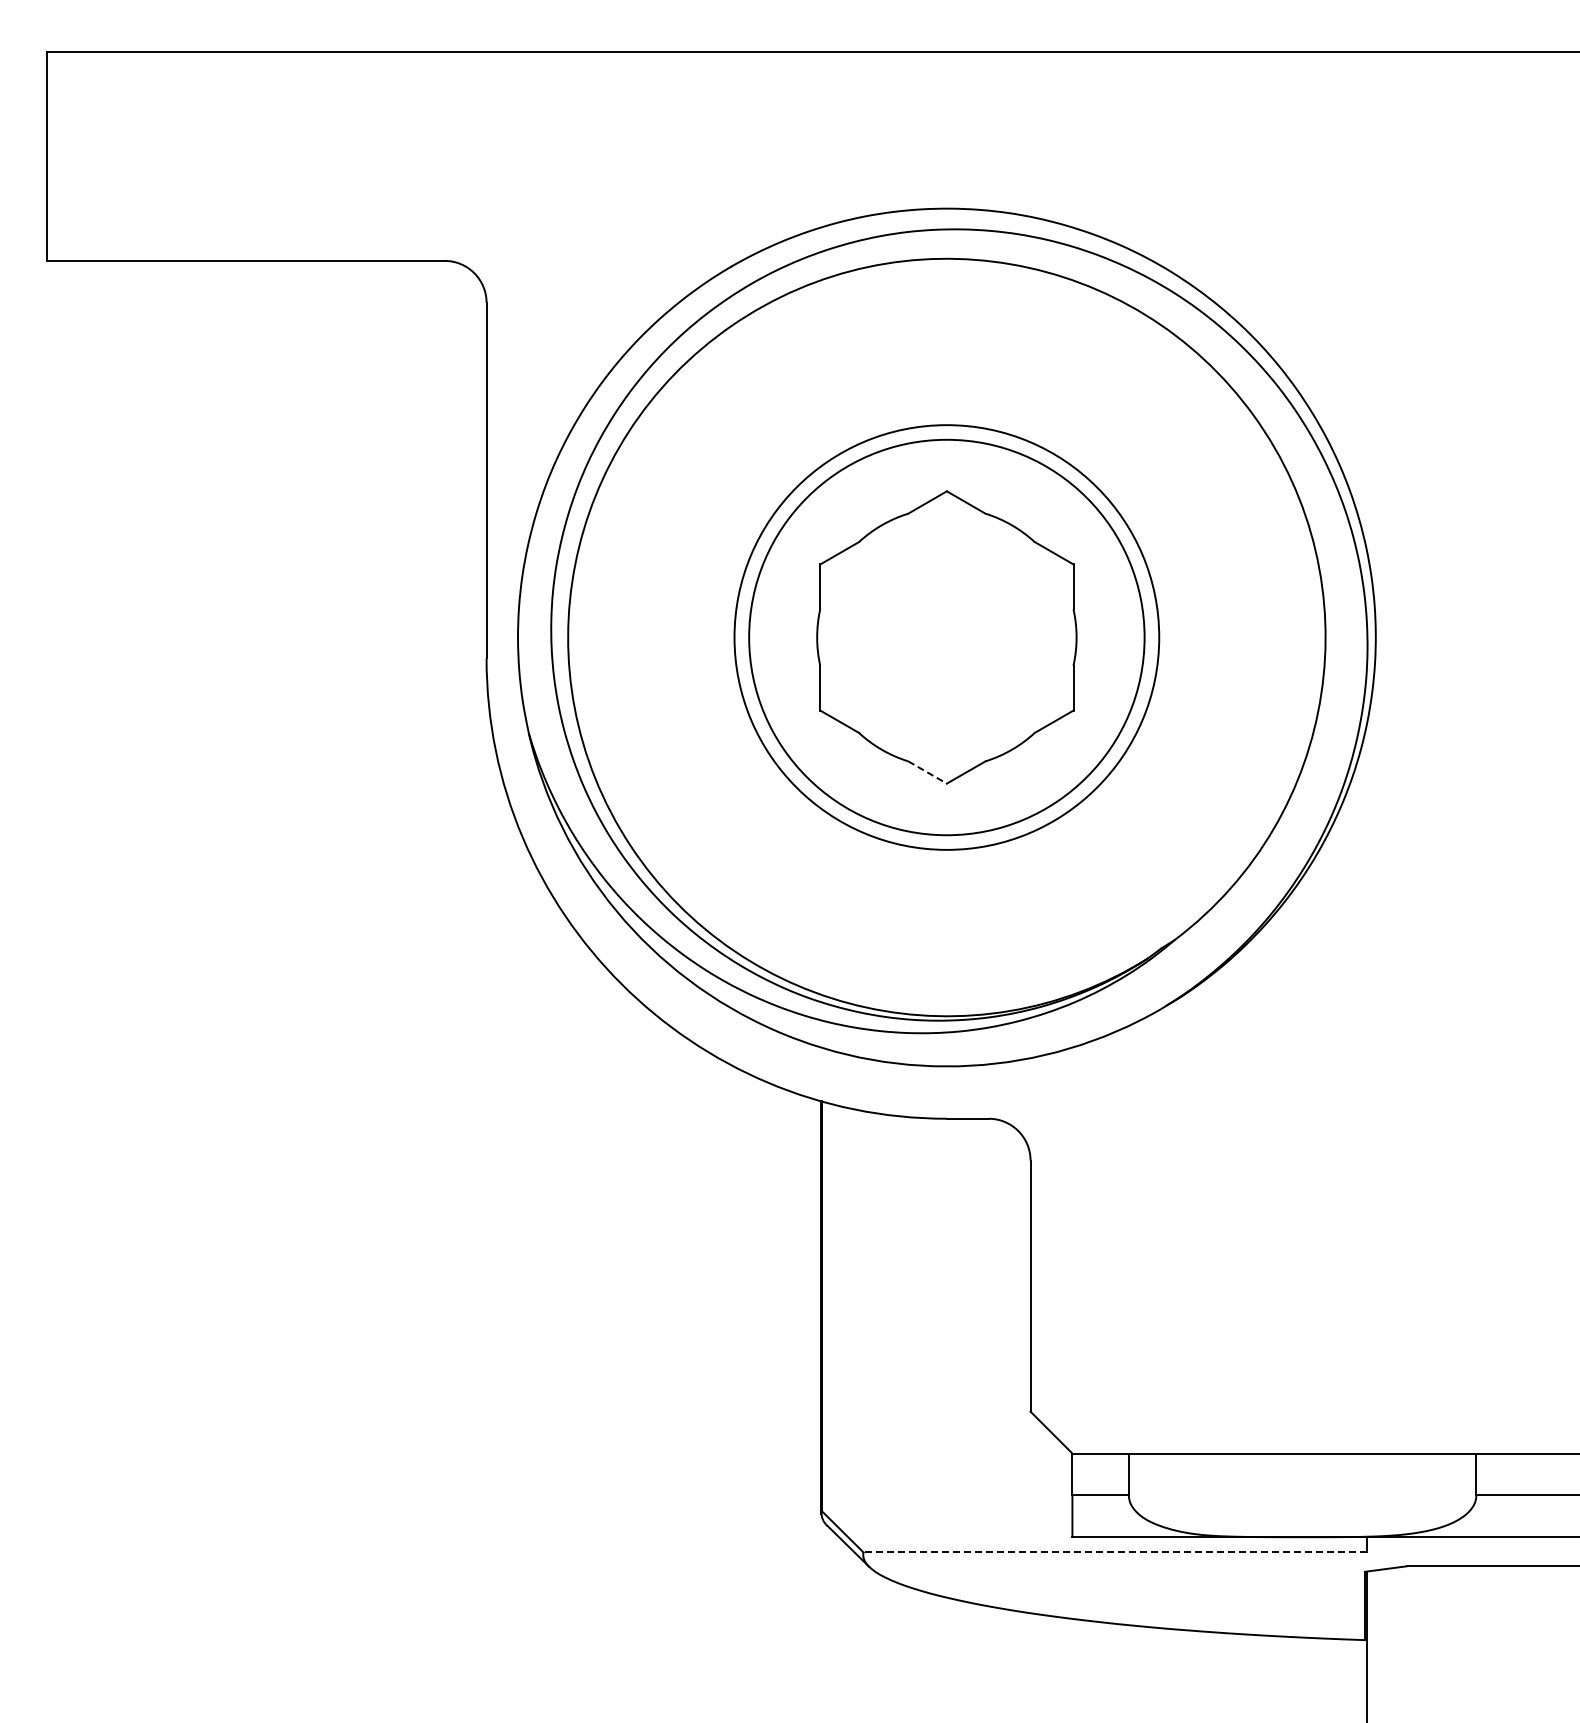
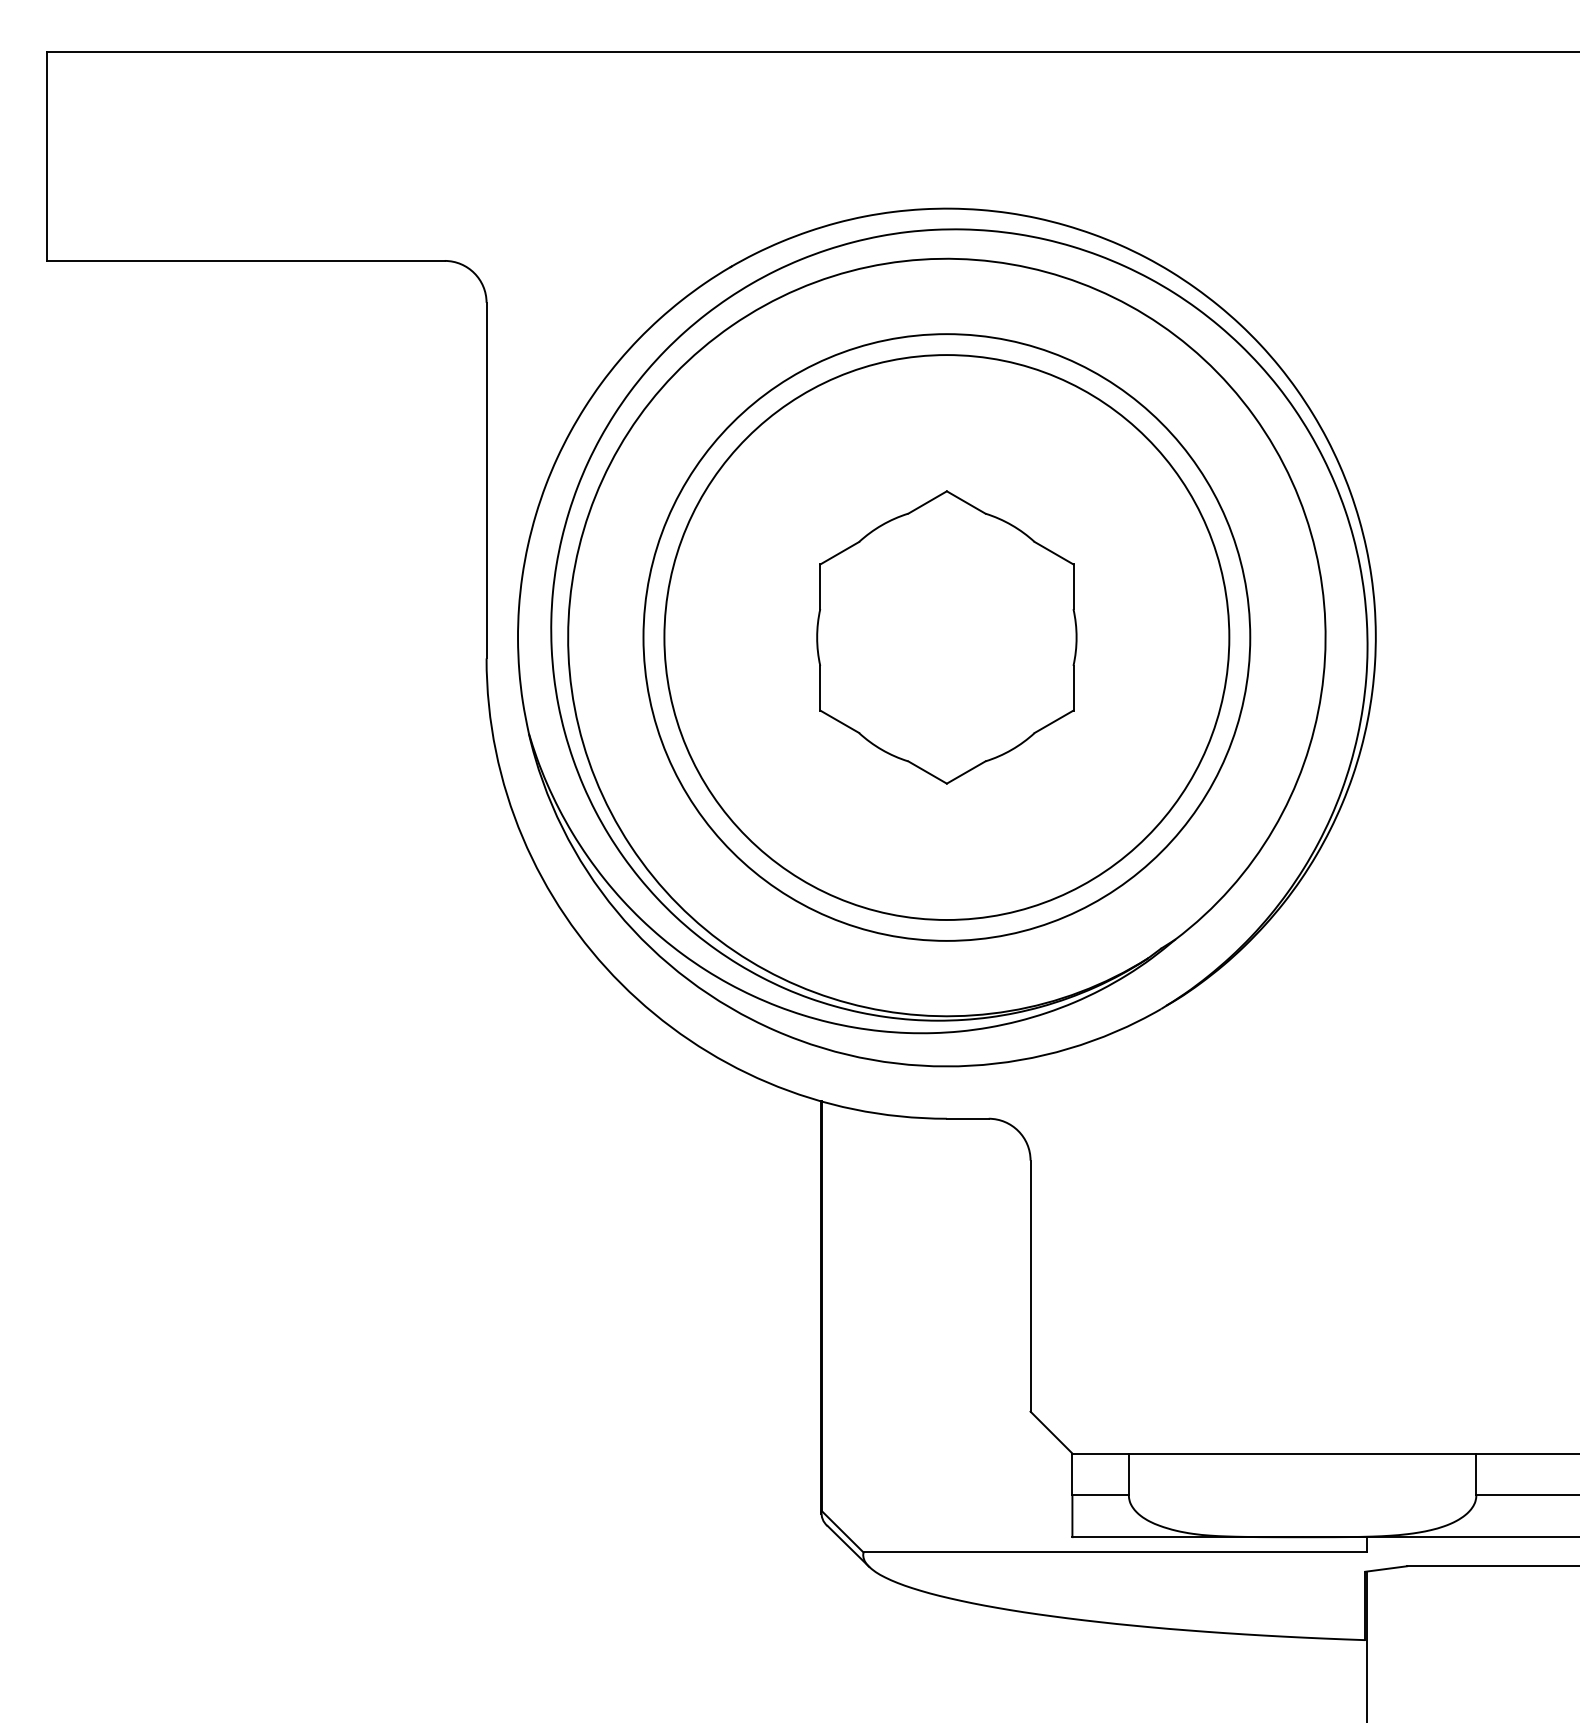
circle at (946, 637) diameter: 395 px -> 565 px
circle at (946, 637) diameter: 425 px -> 607 px
line at (927, 772): dashed -> solid
line at (1115, 1552): dashed -> solid
